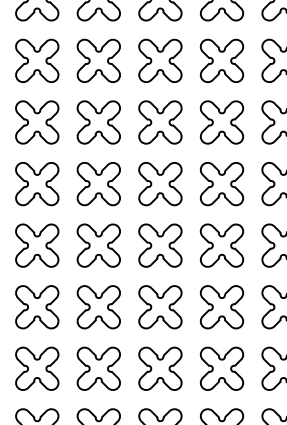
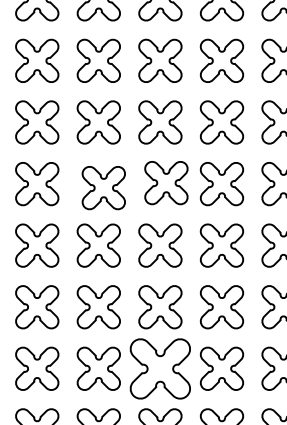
part at (98, 184) position: (98, 184) -> (103, 188)
part at (160, 184) position: (160, 184) -> (166, 183)
part at (160, 368) size: 45x45 px -> 62x62 px
